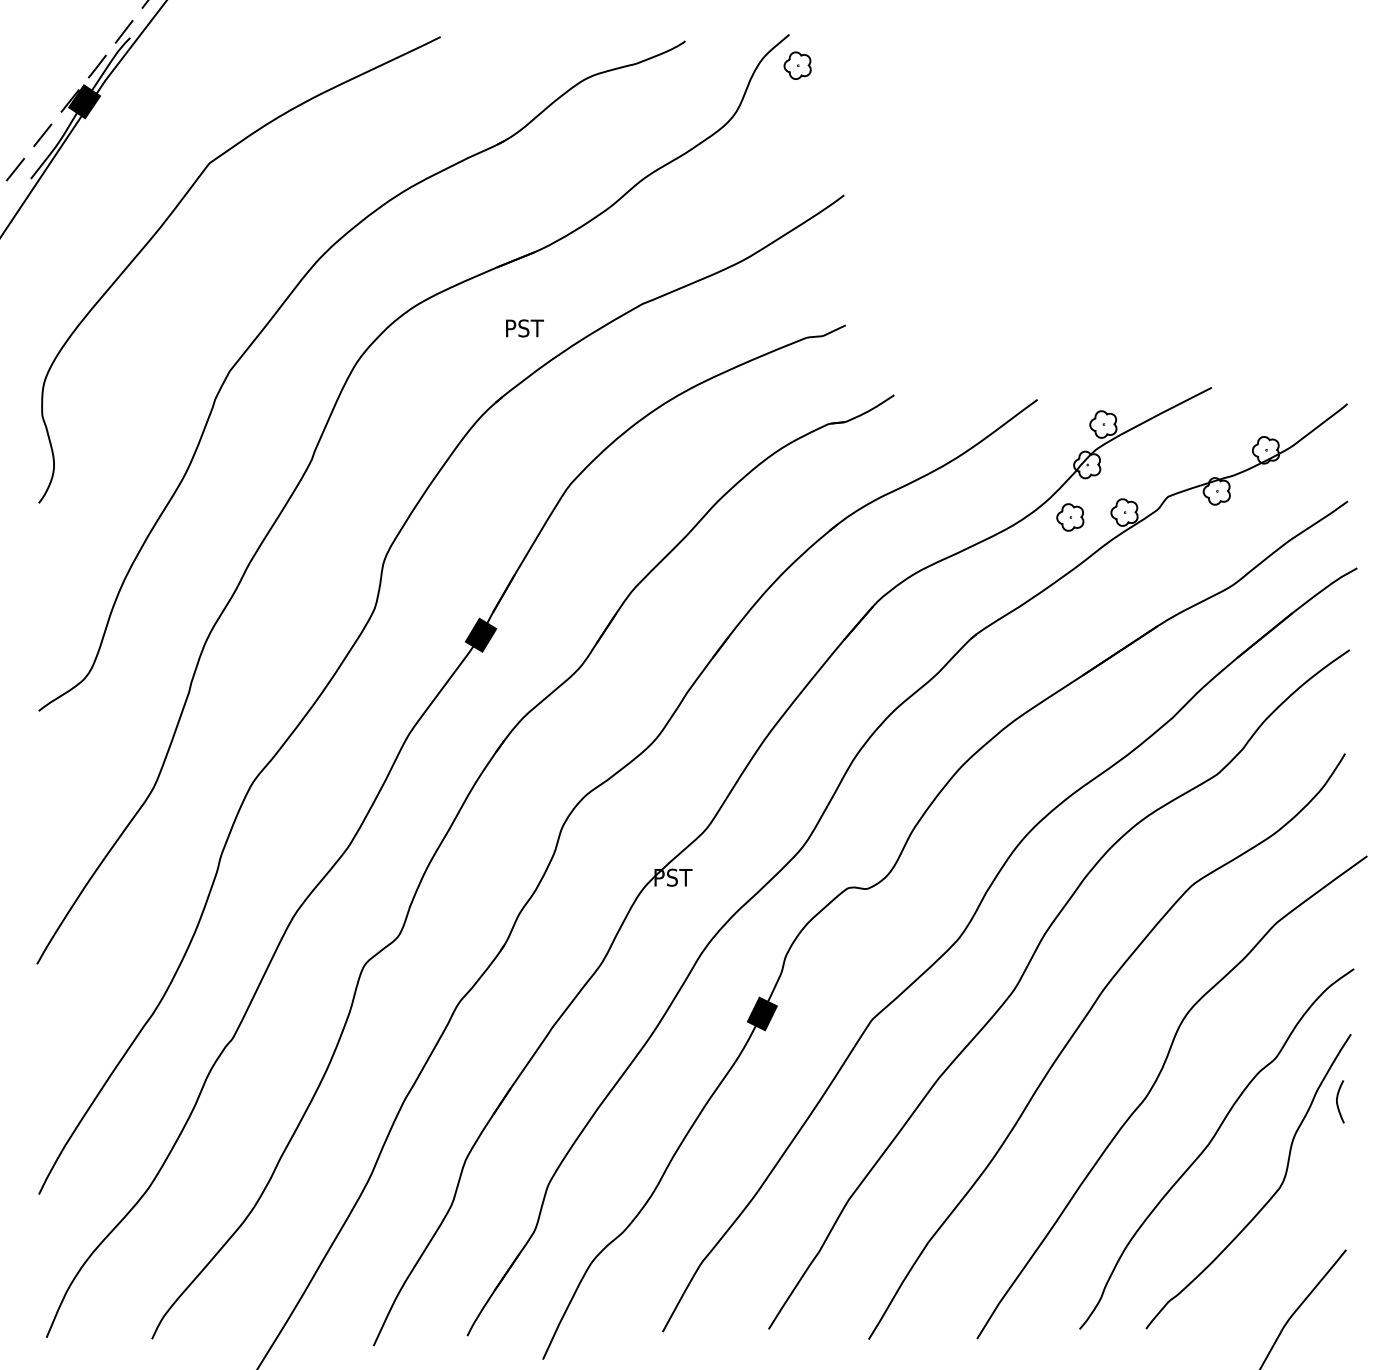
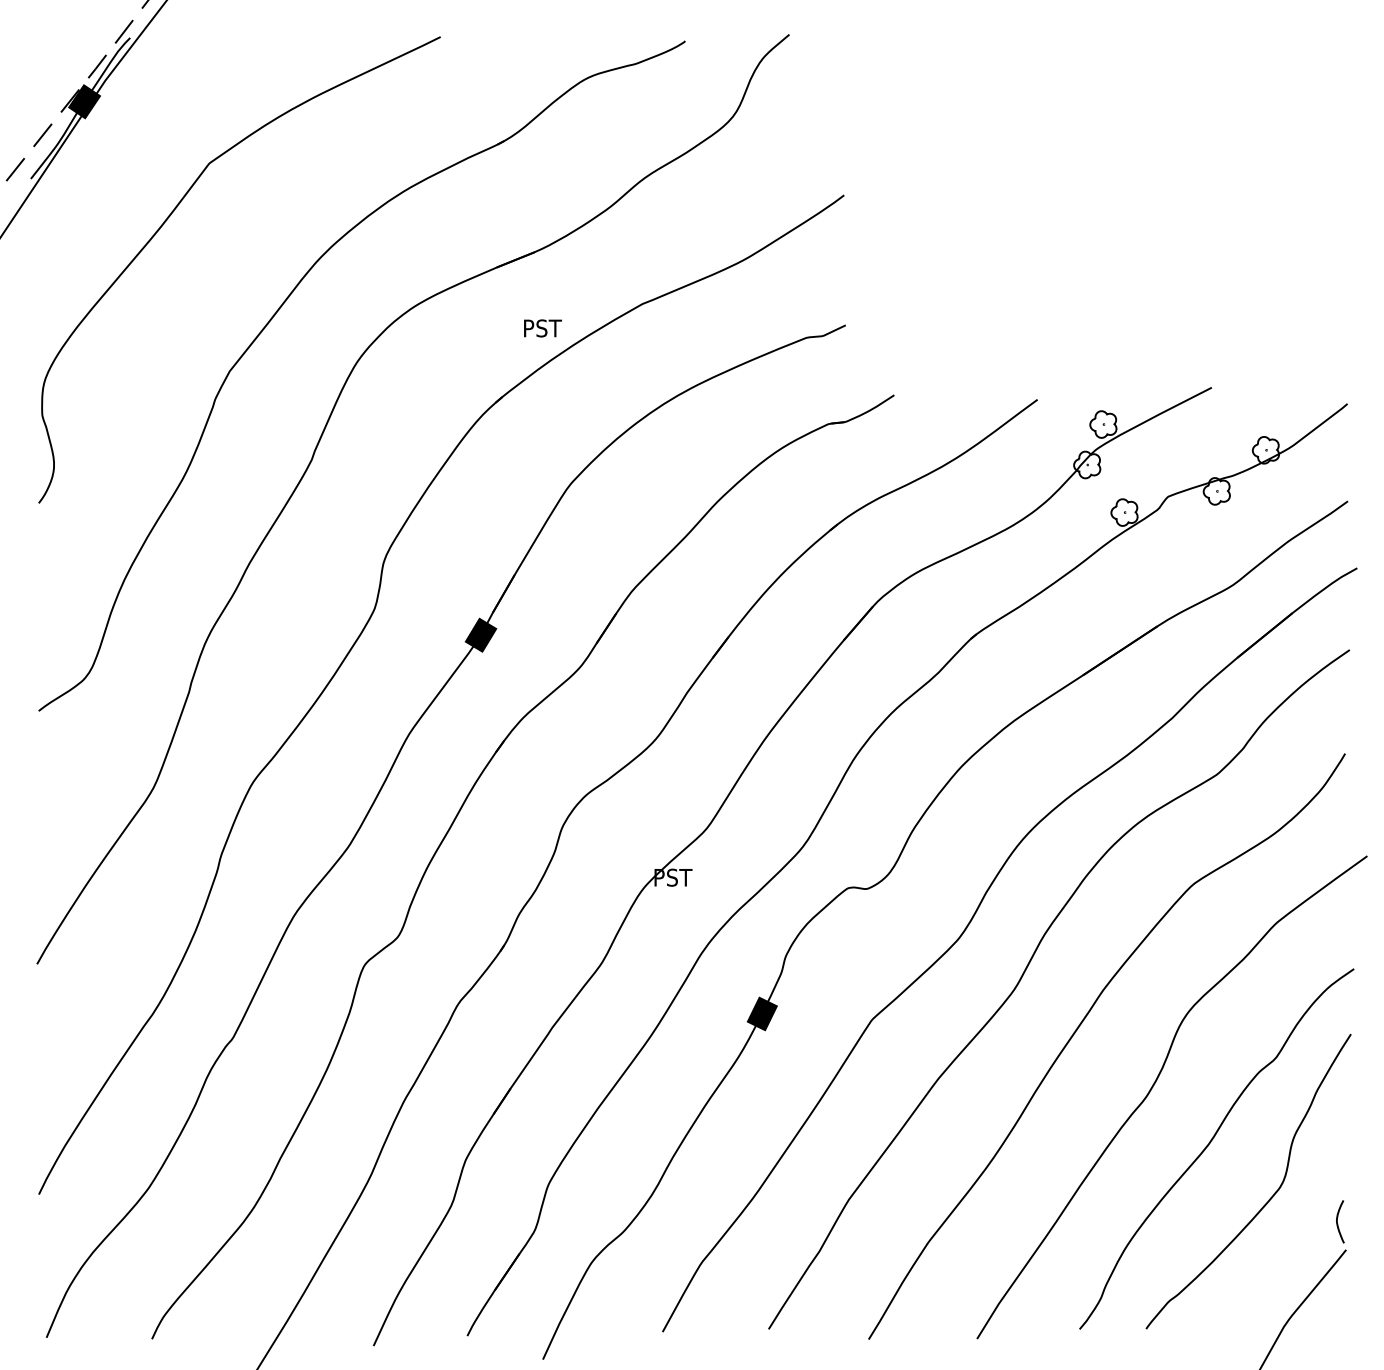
part at (797, 65): present -> none
text at (524, 328) position: (524, 328) -> (542, 328)
part at (1070, 517): present -> none
curve at (1337, 1101) position: (1337, 1101) -> (1337, 1221)
